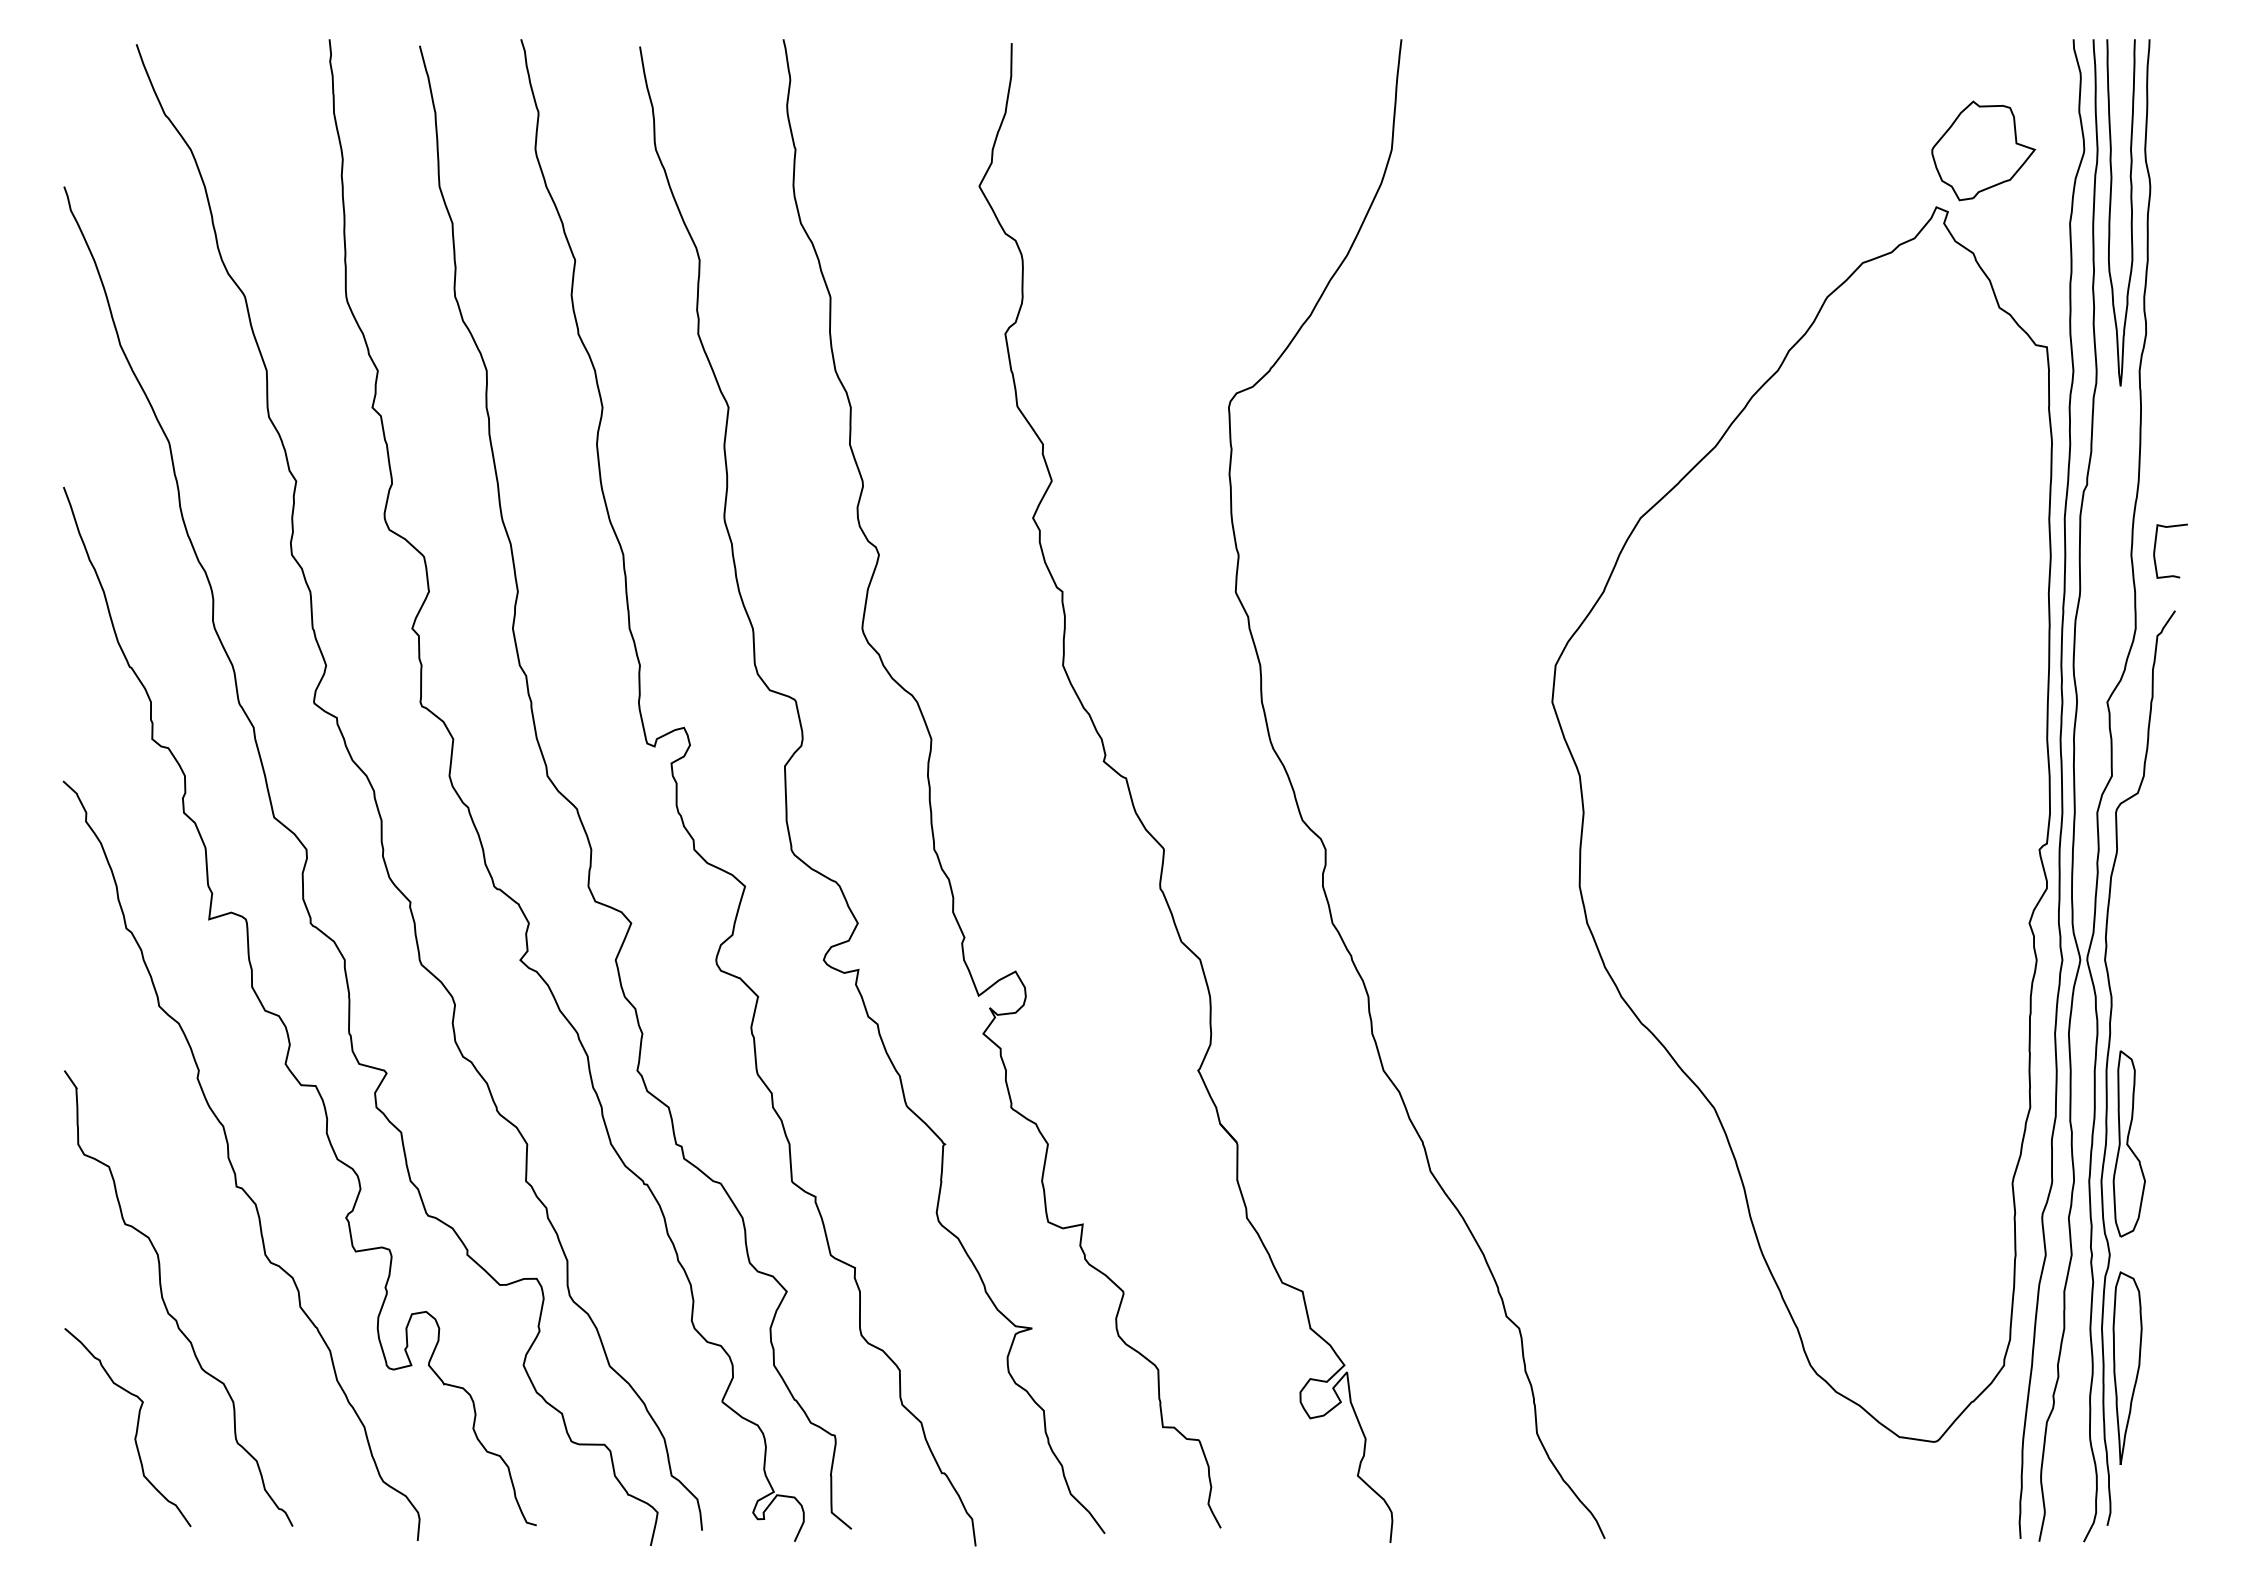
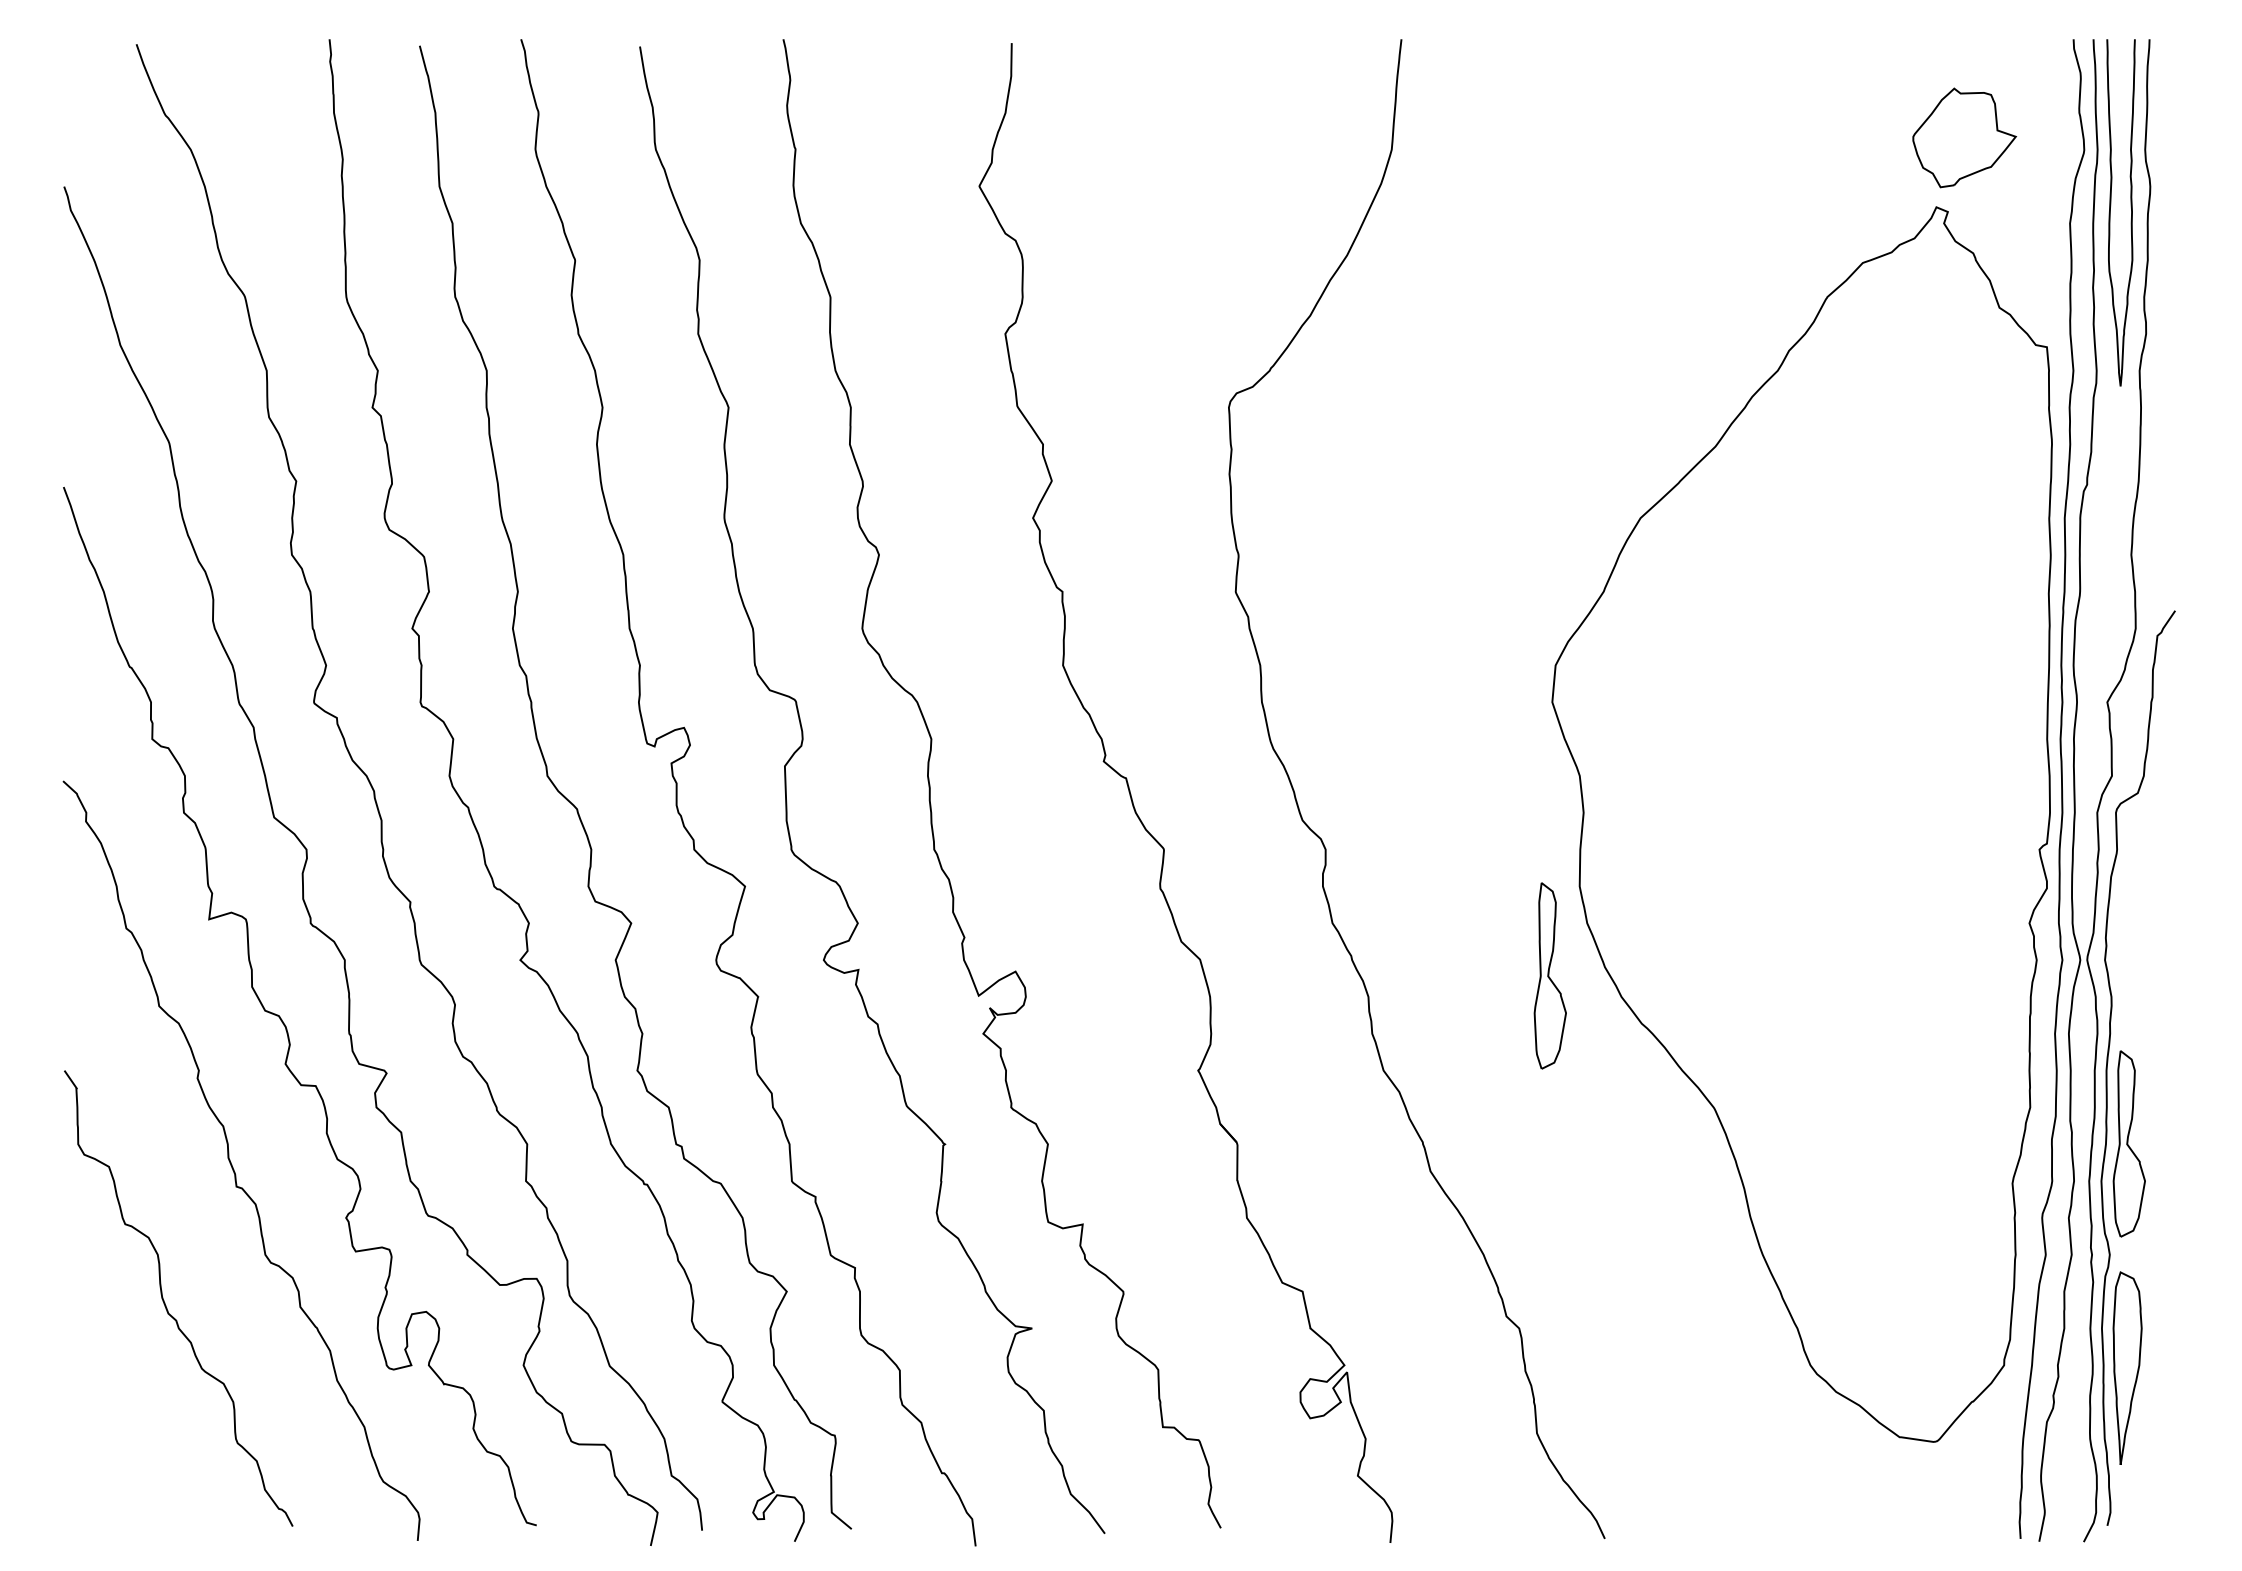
part at (1983, 150) position: (1983, 150) -> (1964, 137)
curve at (2155, 550): present -> none
part at (1549, 975): none -> present
curve at (136, 1427): present -> none
